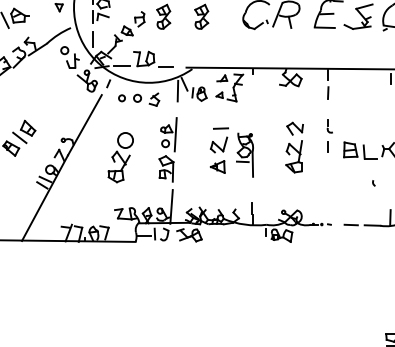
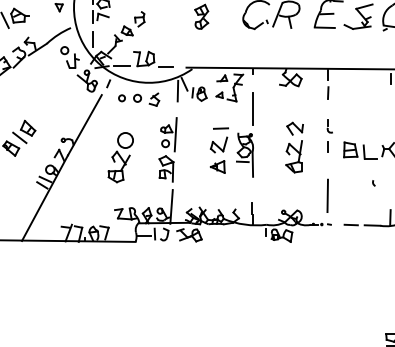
part at (163, 16): present -> none
line at (253, 109): none -> present
line at (327, 195): none -> present
